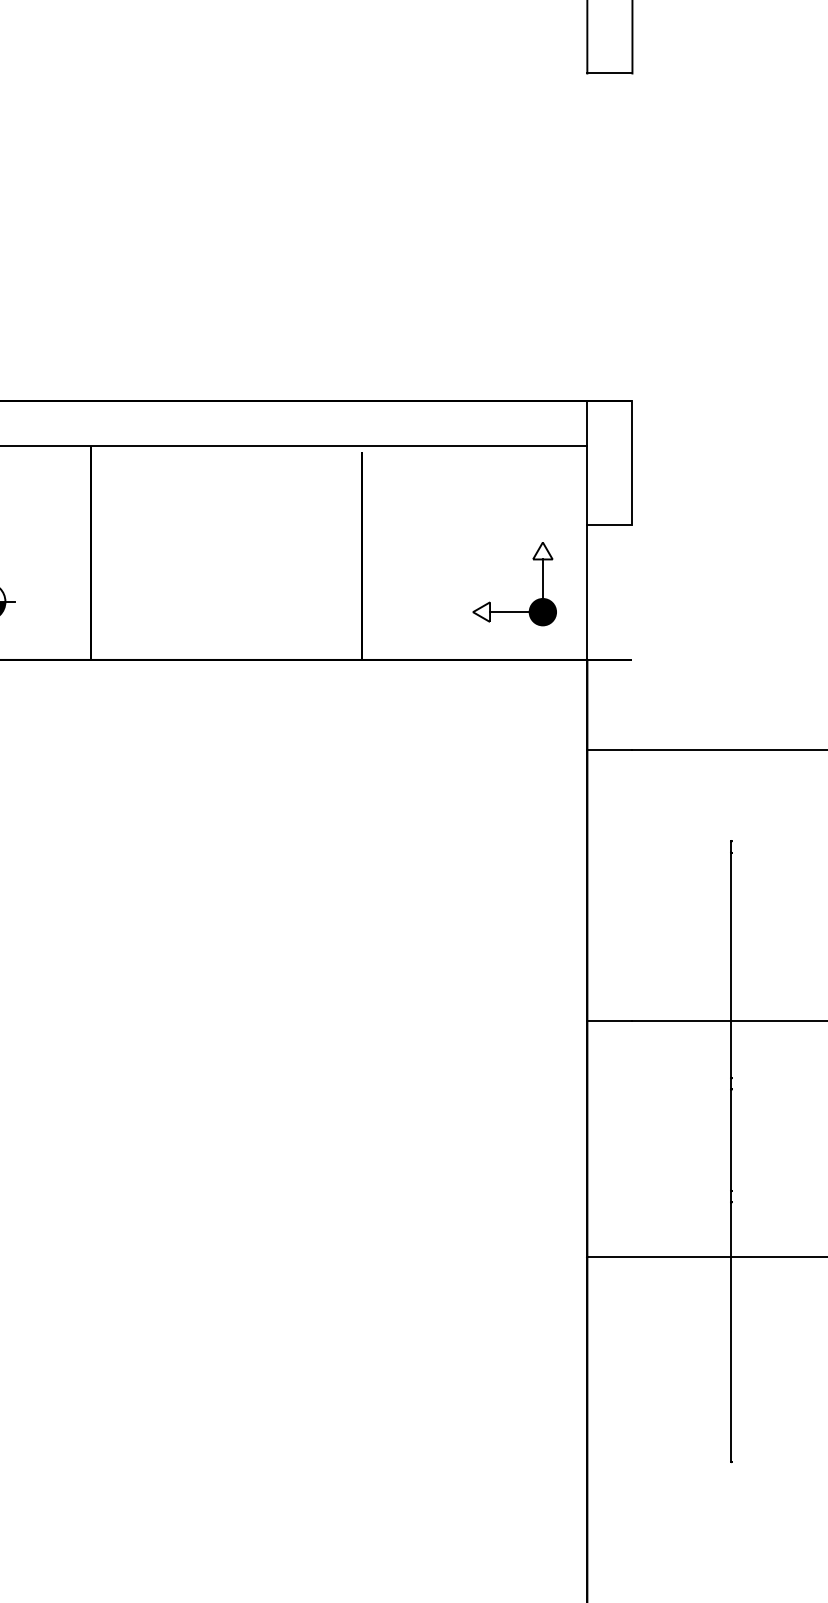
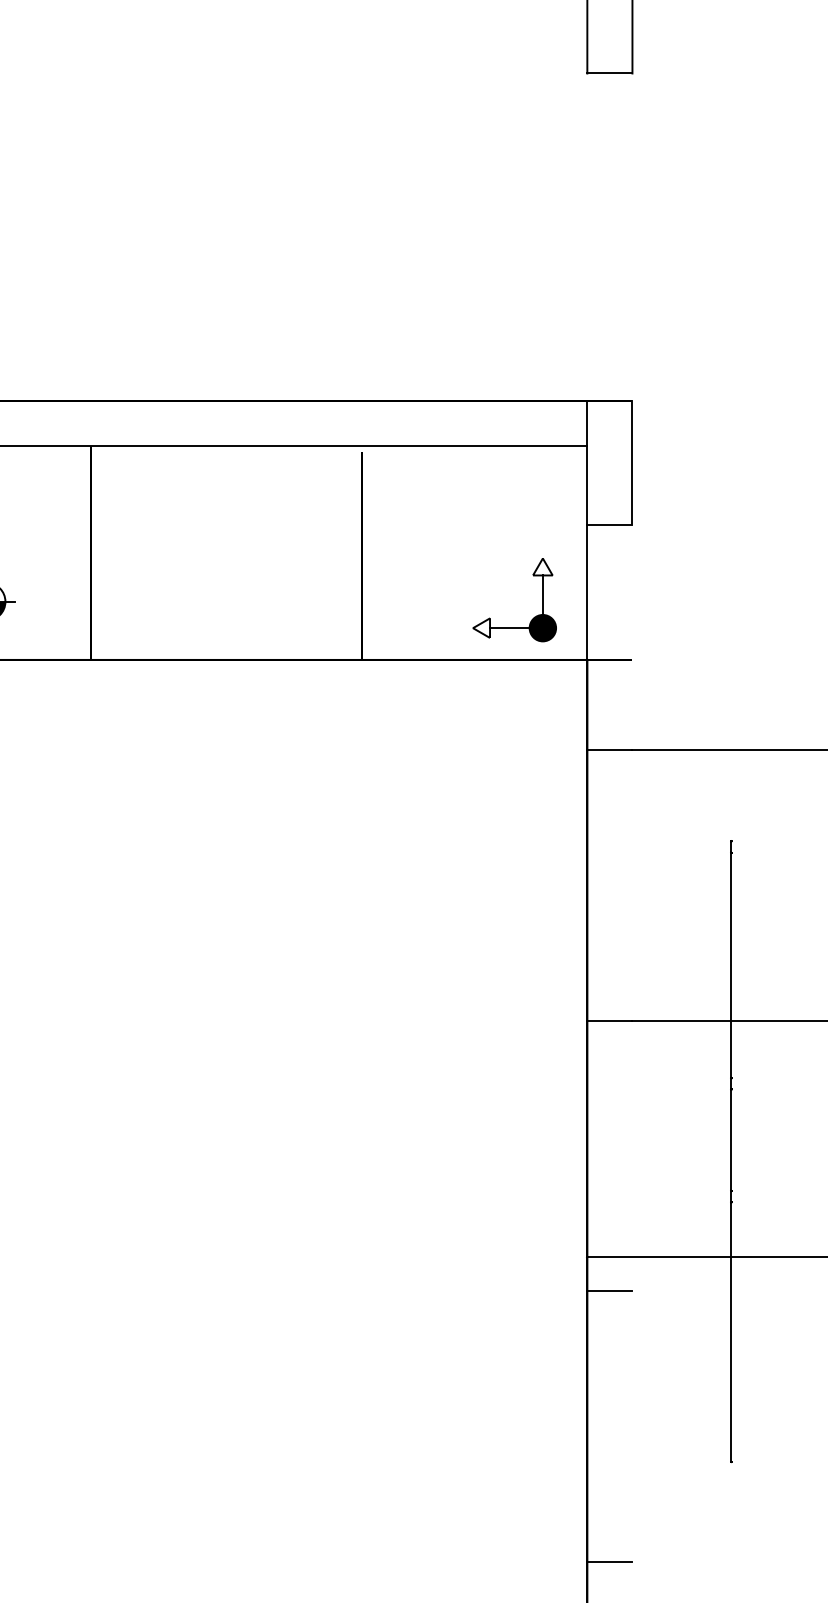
part at (532, 602) position: (532, 602) -> (532, 618)
line at (609, 1291): none -> present
line at (609, 1562): none -> present
